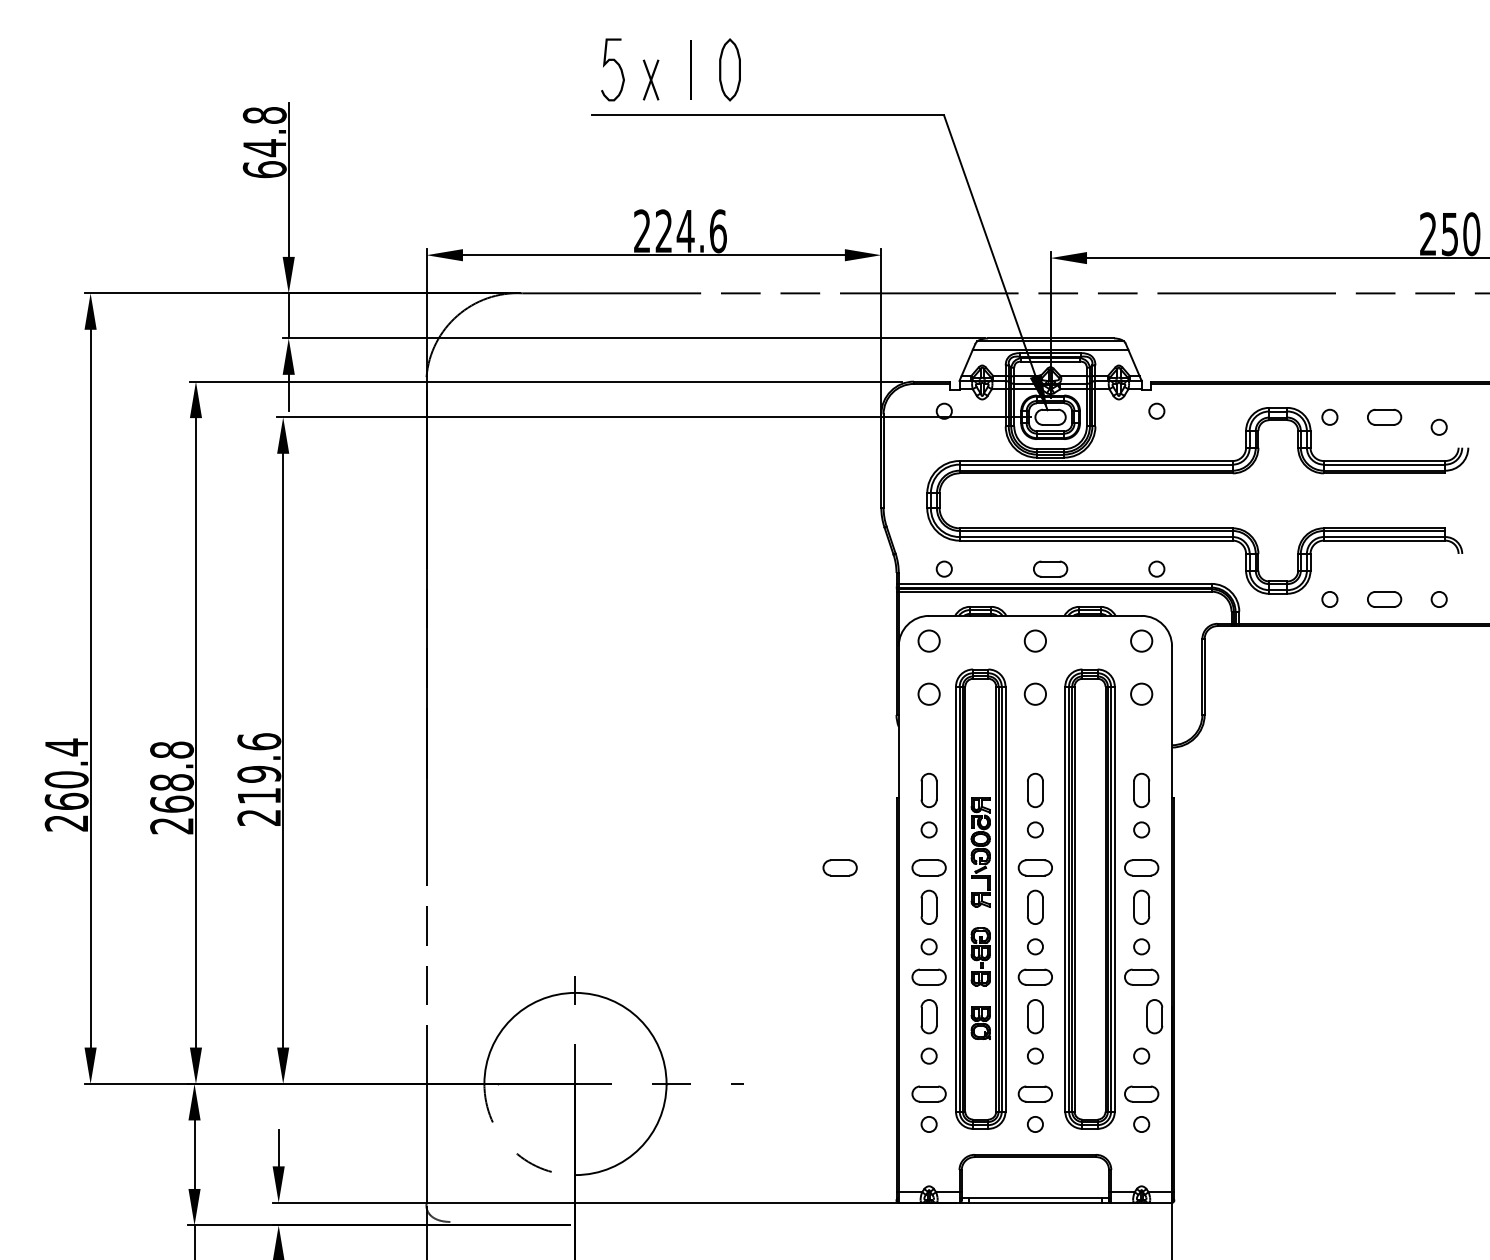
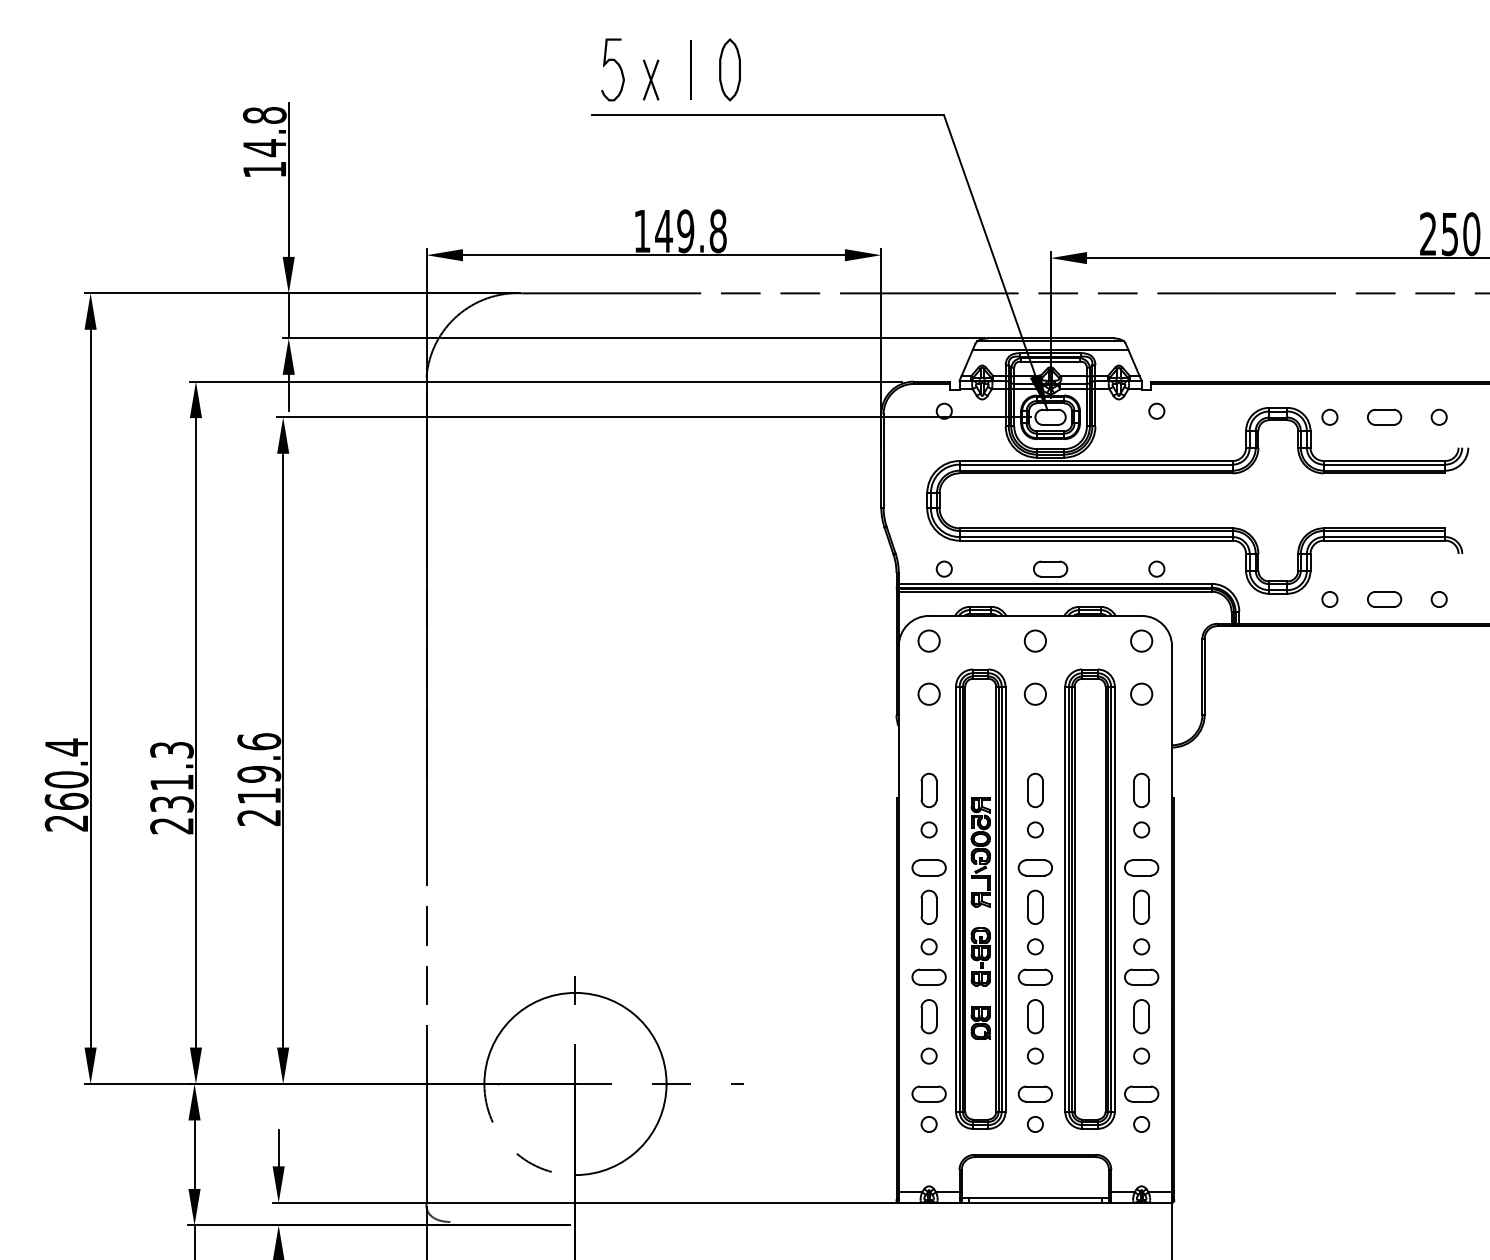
text at (264, 169): 64.8 -> 14.8
text at (680, 231): 224.6 -> 149.8
circle at (1438, 426) position: (1438, 426) -> (1438, 416)
text at (172, 776): 268.8 -> 231.3
part at (839, 867): present -> none
part at (1154, 1016) position: (1154, 1016) -> (1141, 1016)
